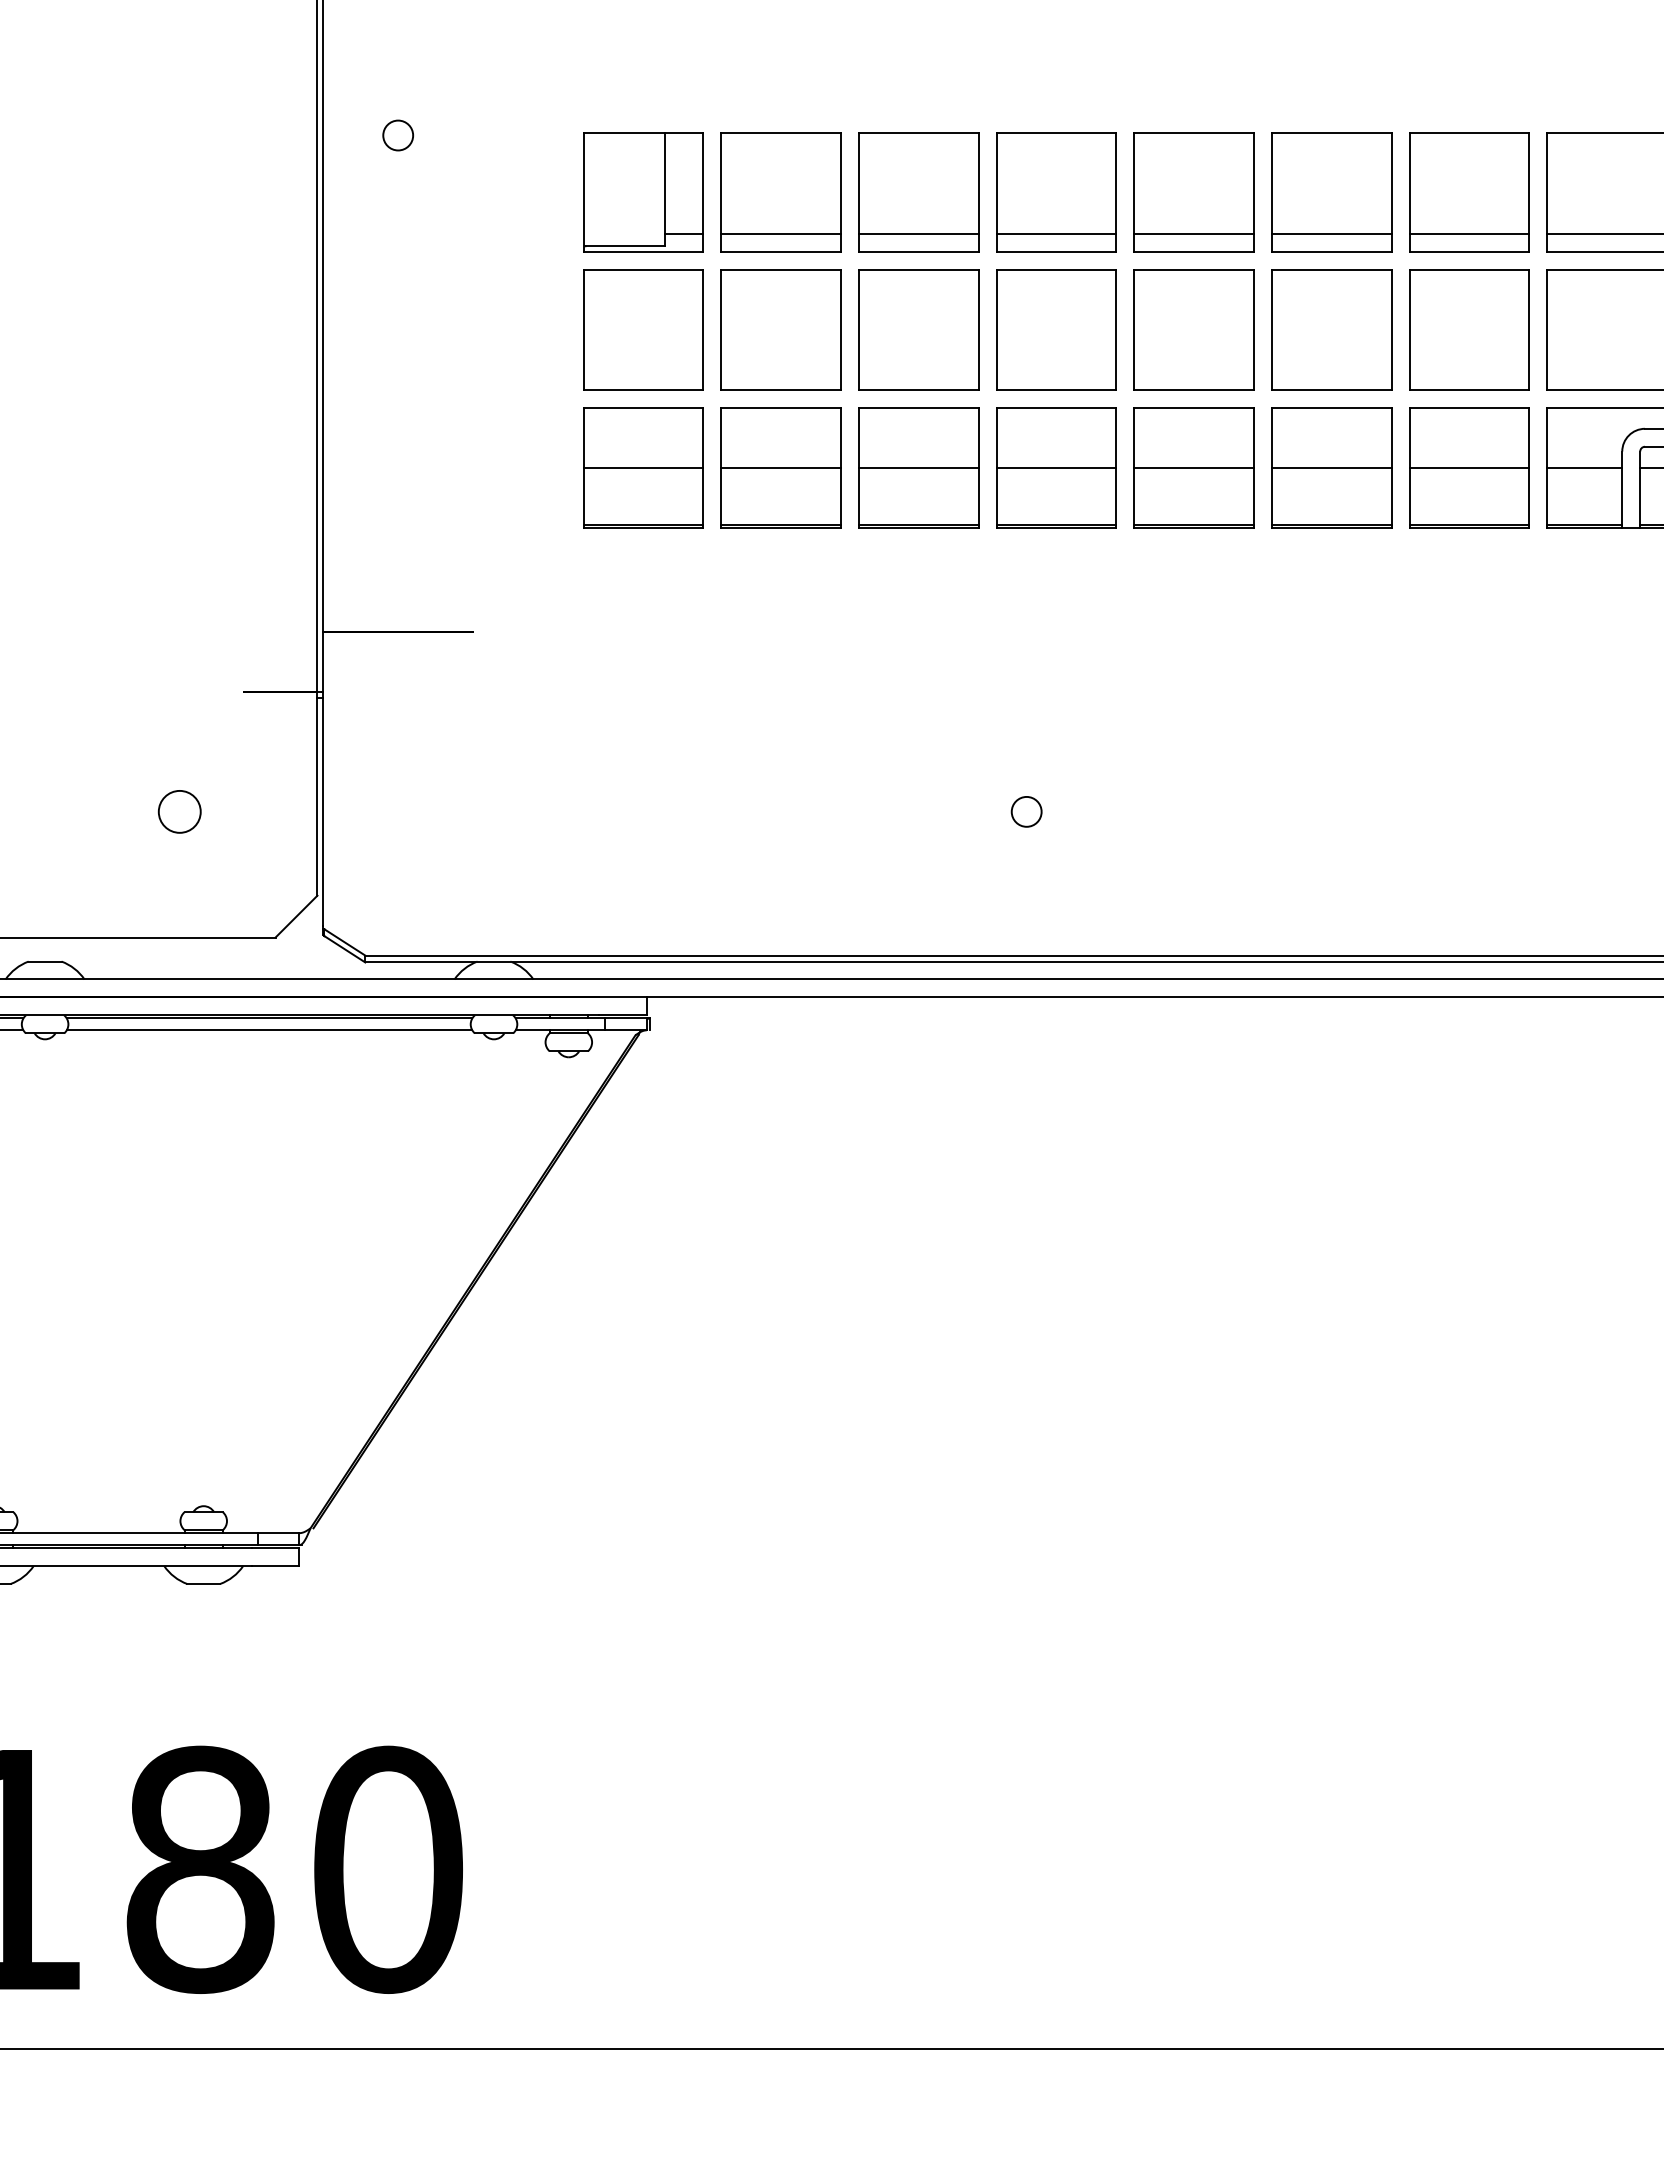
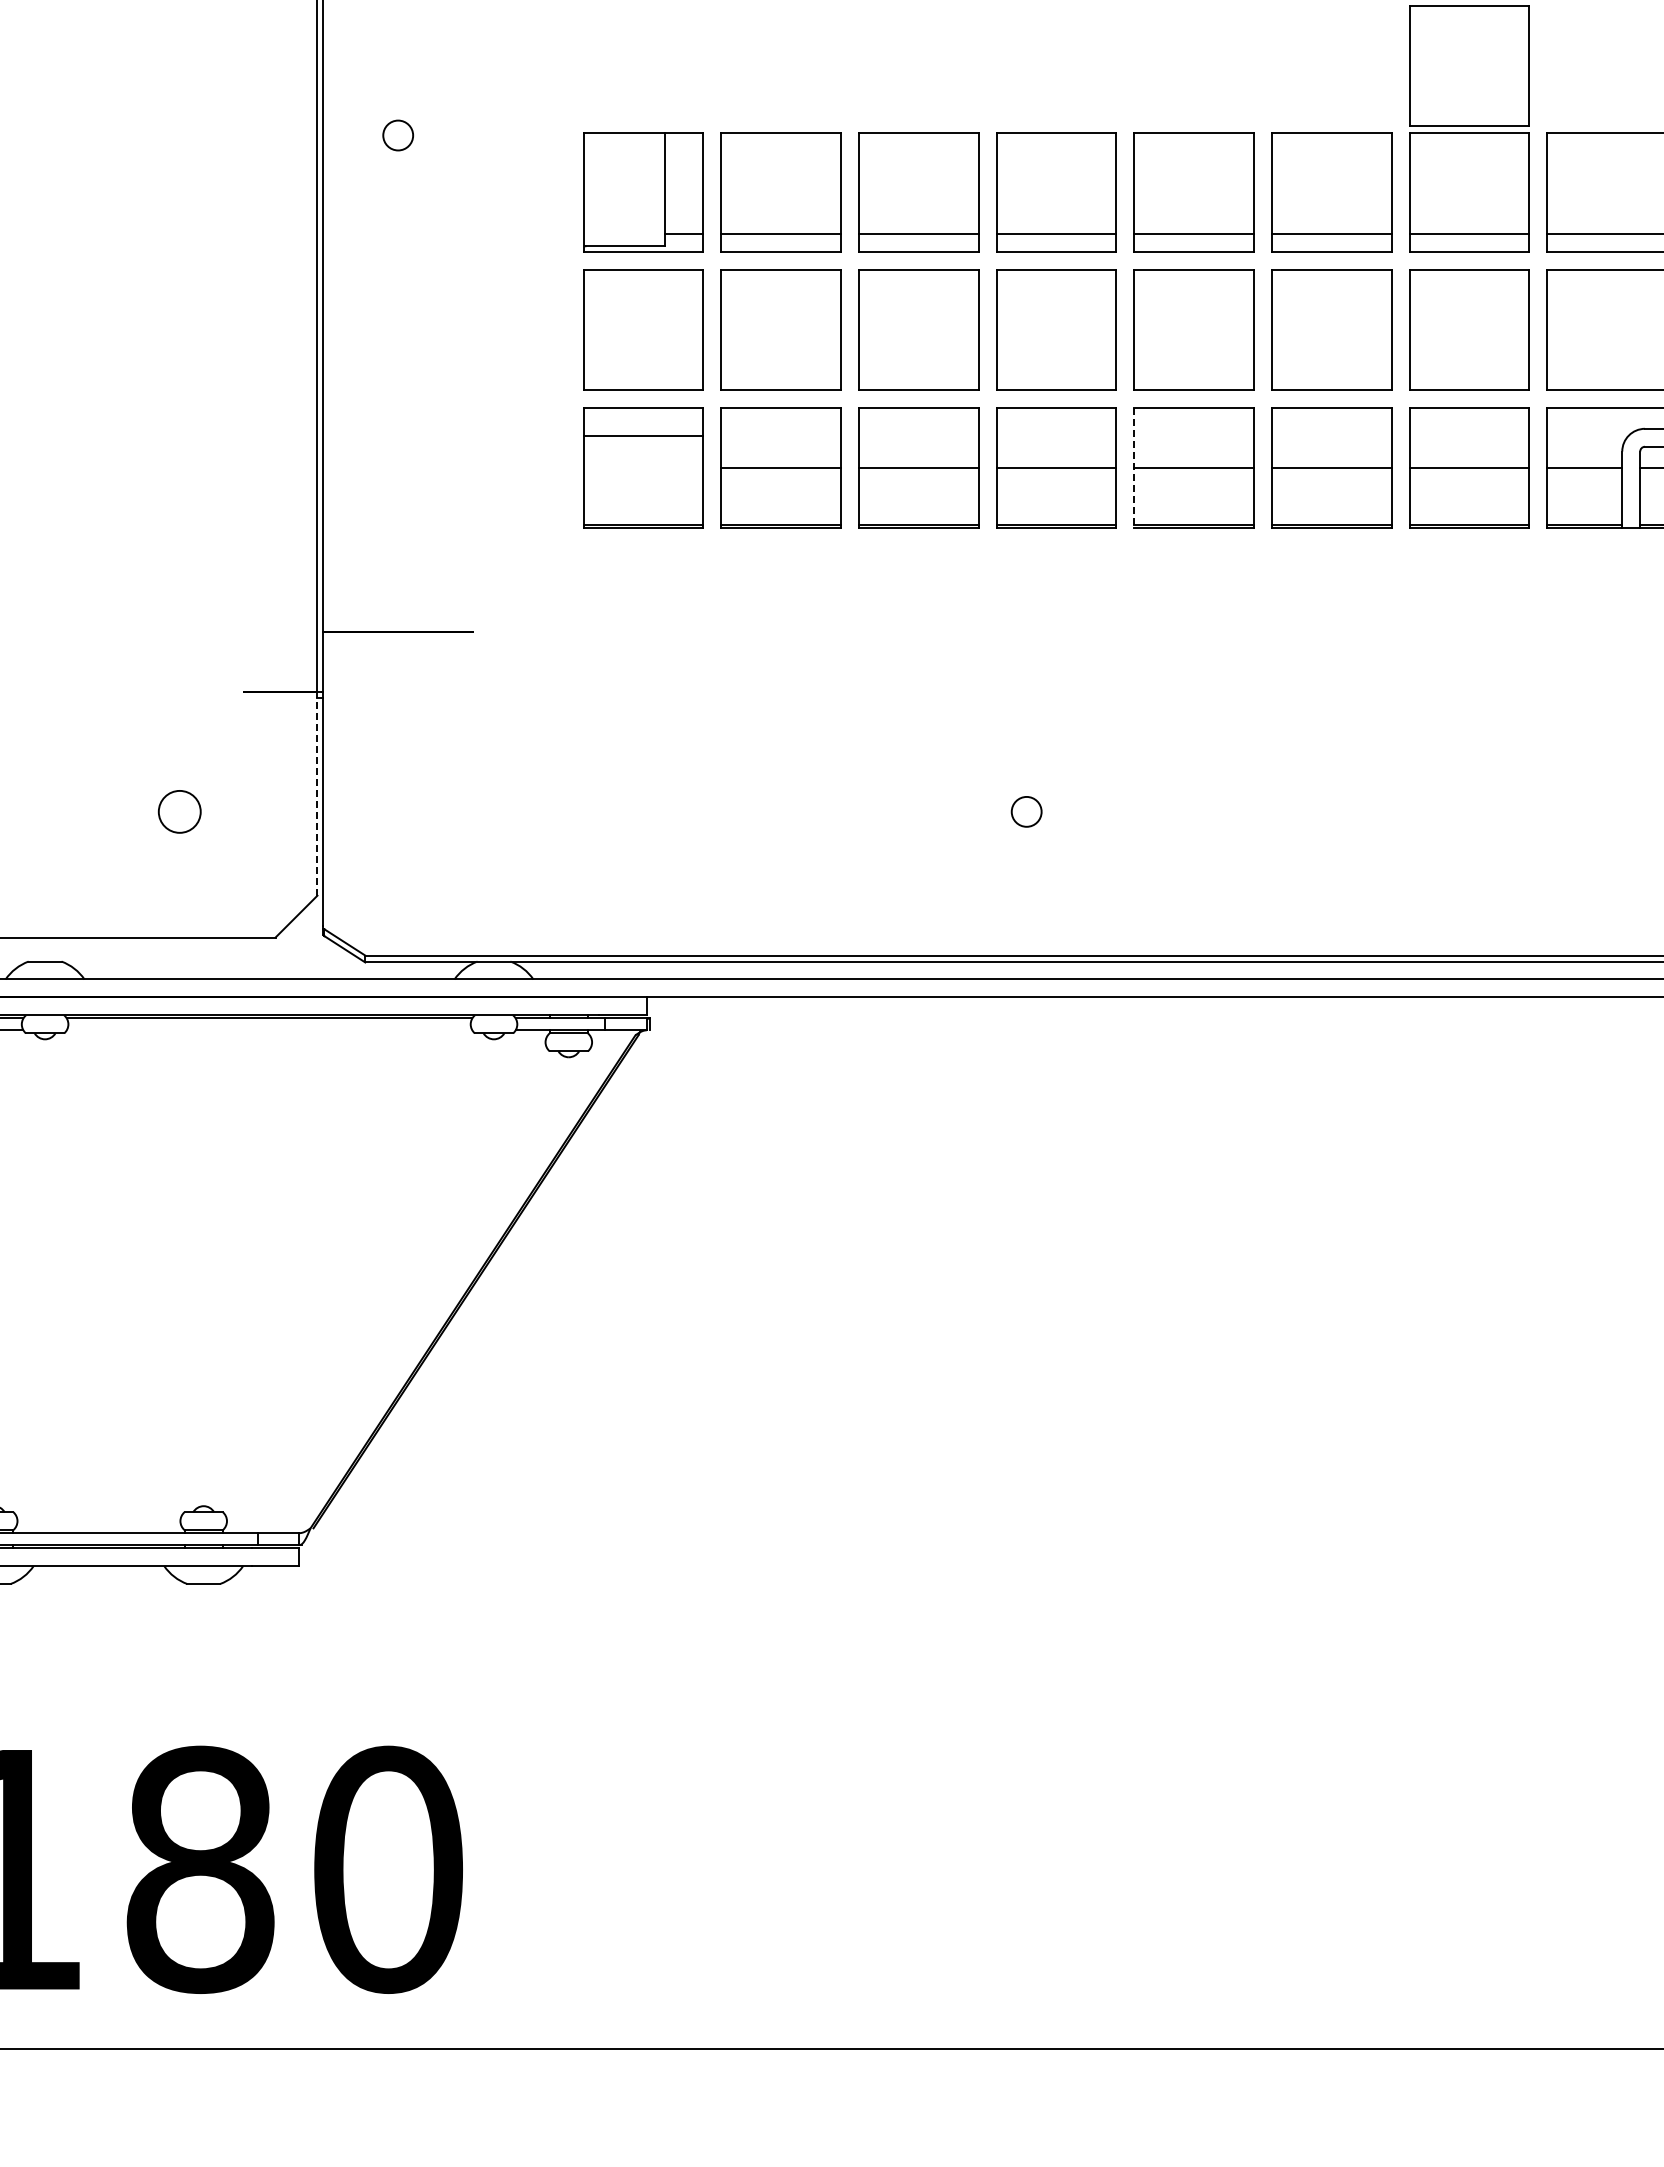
part at (1469, 65): none -> present
line at (643, 467) position: (643, 467) -> (643, 435)
line at (1134, 467): solid -> dashed
line at (317, 793): solid -> dashed
line at (269, 1030): present -> none
